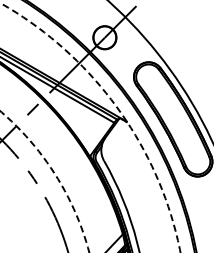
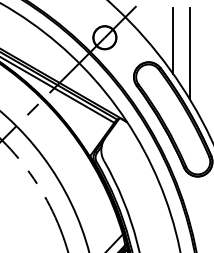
line at (172, 40): none -> present
line at (189, 53): none -> present
arc at (116, 106): dashed -> solid
circle at (44, 181): dashed -> solid
